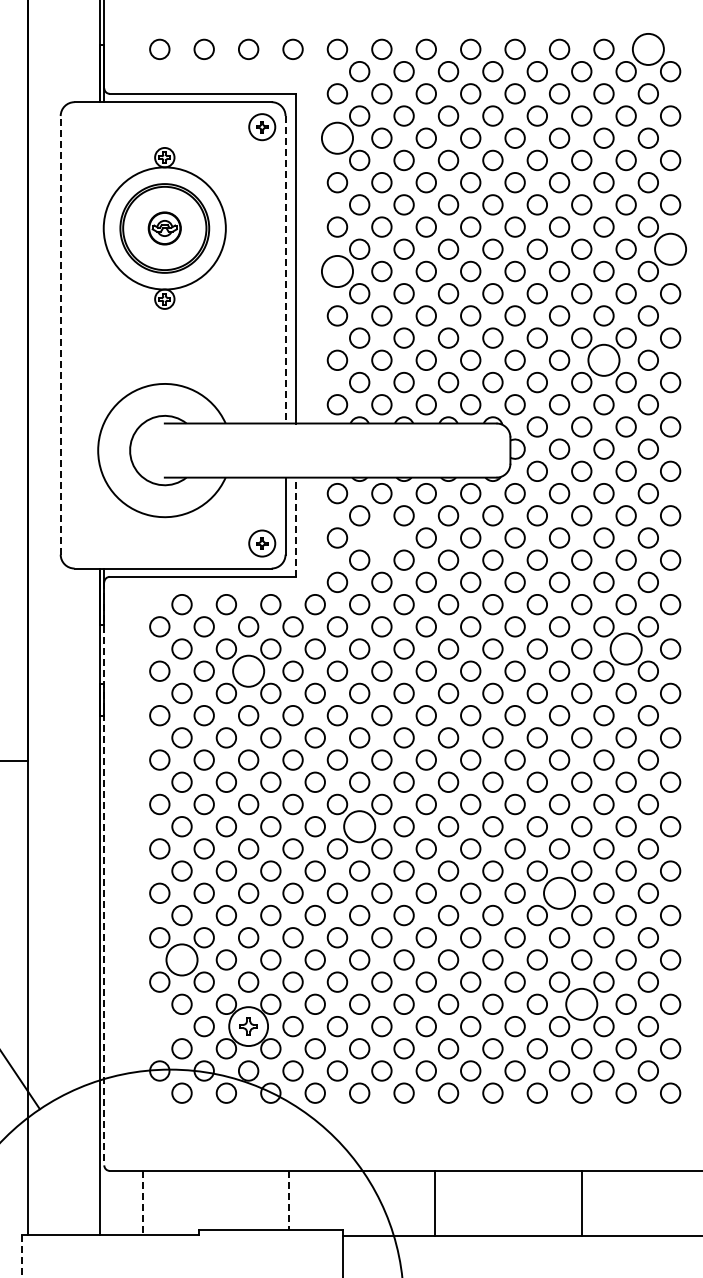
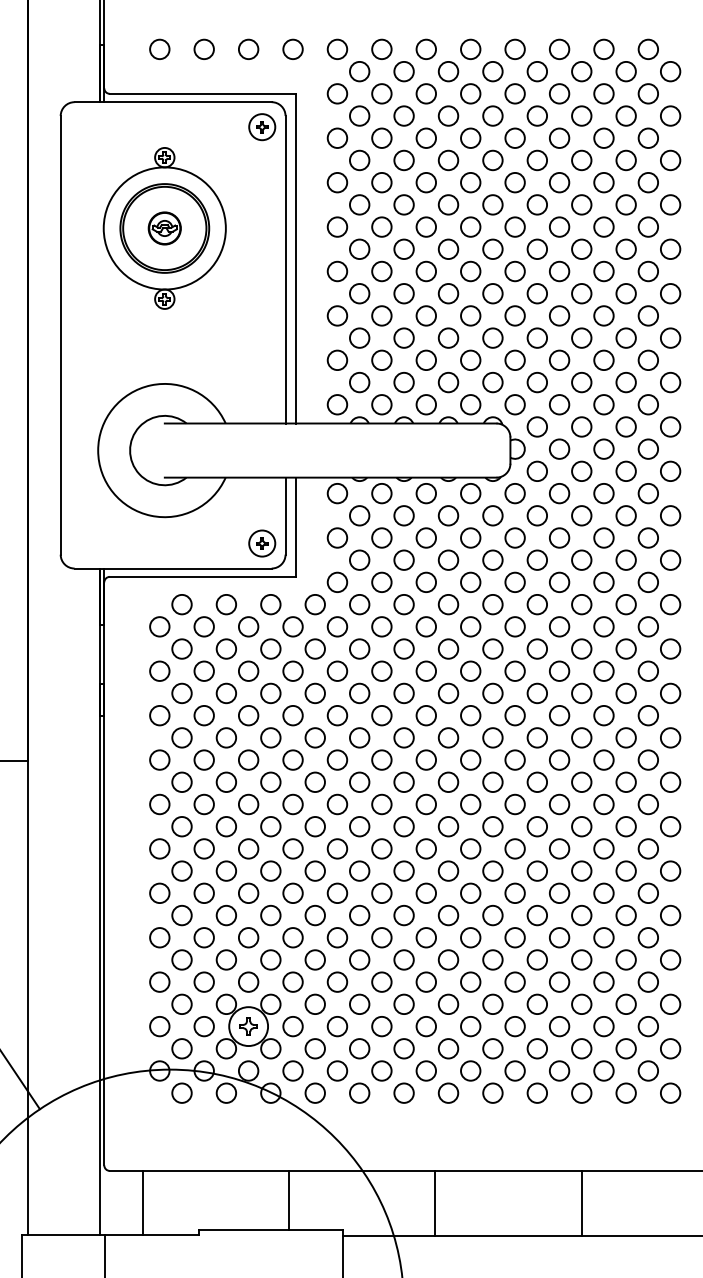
circle at (647, 48) diameter: 31 px -> 19 px
circle at (337, 137) diameter: 31 px -> 19 px
circle at (670, 248) diameter: 31 px -> 19 px
line at (285, 269): dashed -> solid
circle at (337, 271) diameter: 31 px -> 19 px
line at (60, 334): dashed -> solid
circle at (603, 359) diameter: 31 px -> 19 px
line at (295, 527): dashed -> solid
circle at (381, 537): none -> present
circle at (625, 648) diameter: 31 px -> 19 px
circle at (248, 670) diameter: 31 px -> 19 px
circle at (359, 826) diameter: 31 px -> 19 px
line at (104, 874): dashed -> solid
circle at (559, 892) diameter: 31 px -> 19 px
circle at (181, 959) diameter: 31 px -> 19 px
circle at (581, 1003) diameter: 31 px -> 19 px
circle at (159, 1026): none -> present
line at (288, 1200): dashed -> solid
line at (142, 1202): dashed -> solid
line at (105, 1254): none -> present
line at (22, 1256): dashed -> solid
